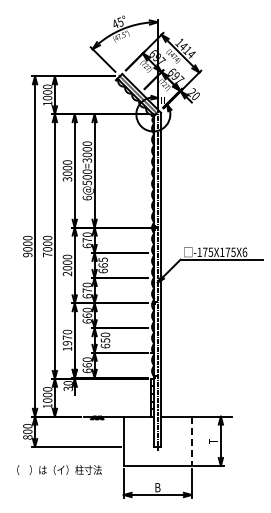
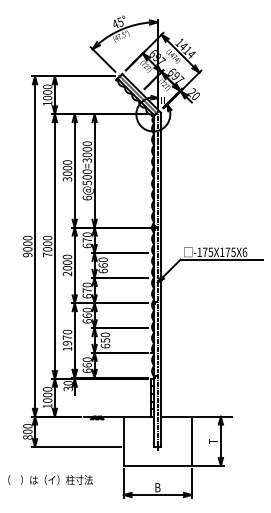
text at (102, 259): 665 -> 660
line at (191, 441): dashed -> solid
text at (59, 469) position: (59, 469) -> (50, 479)
